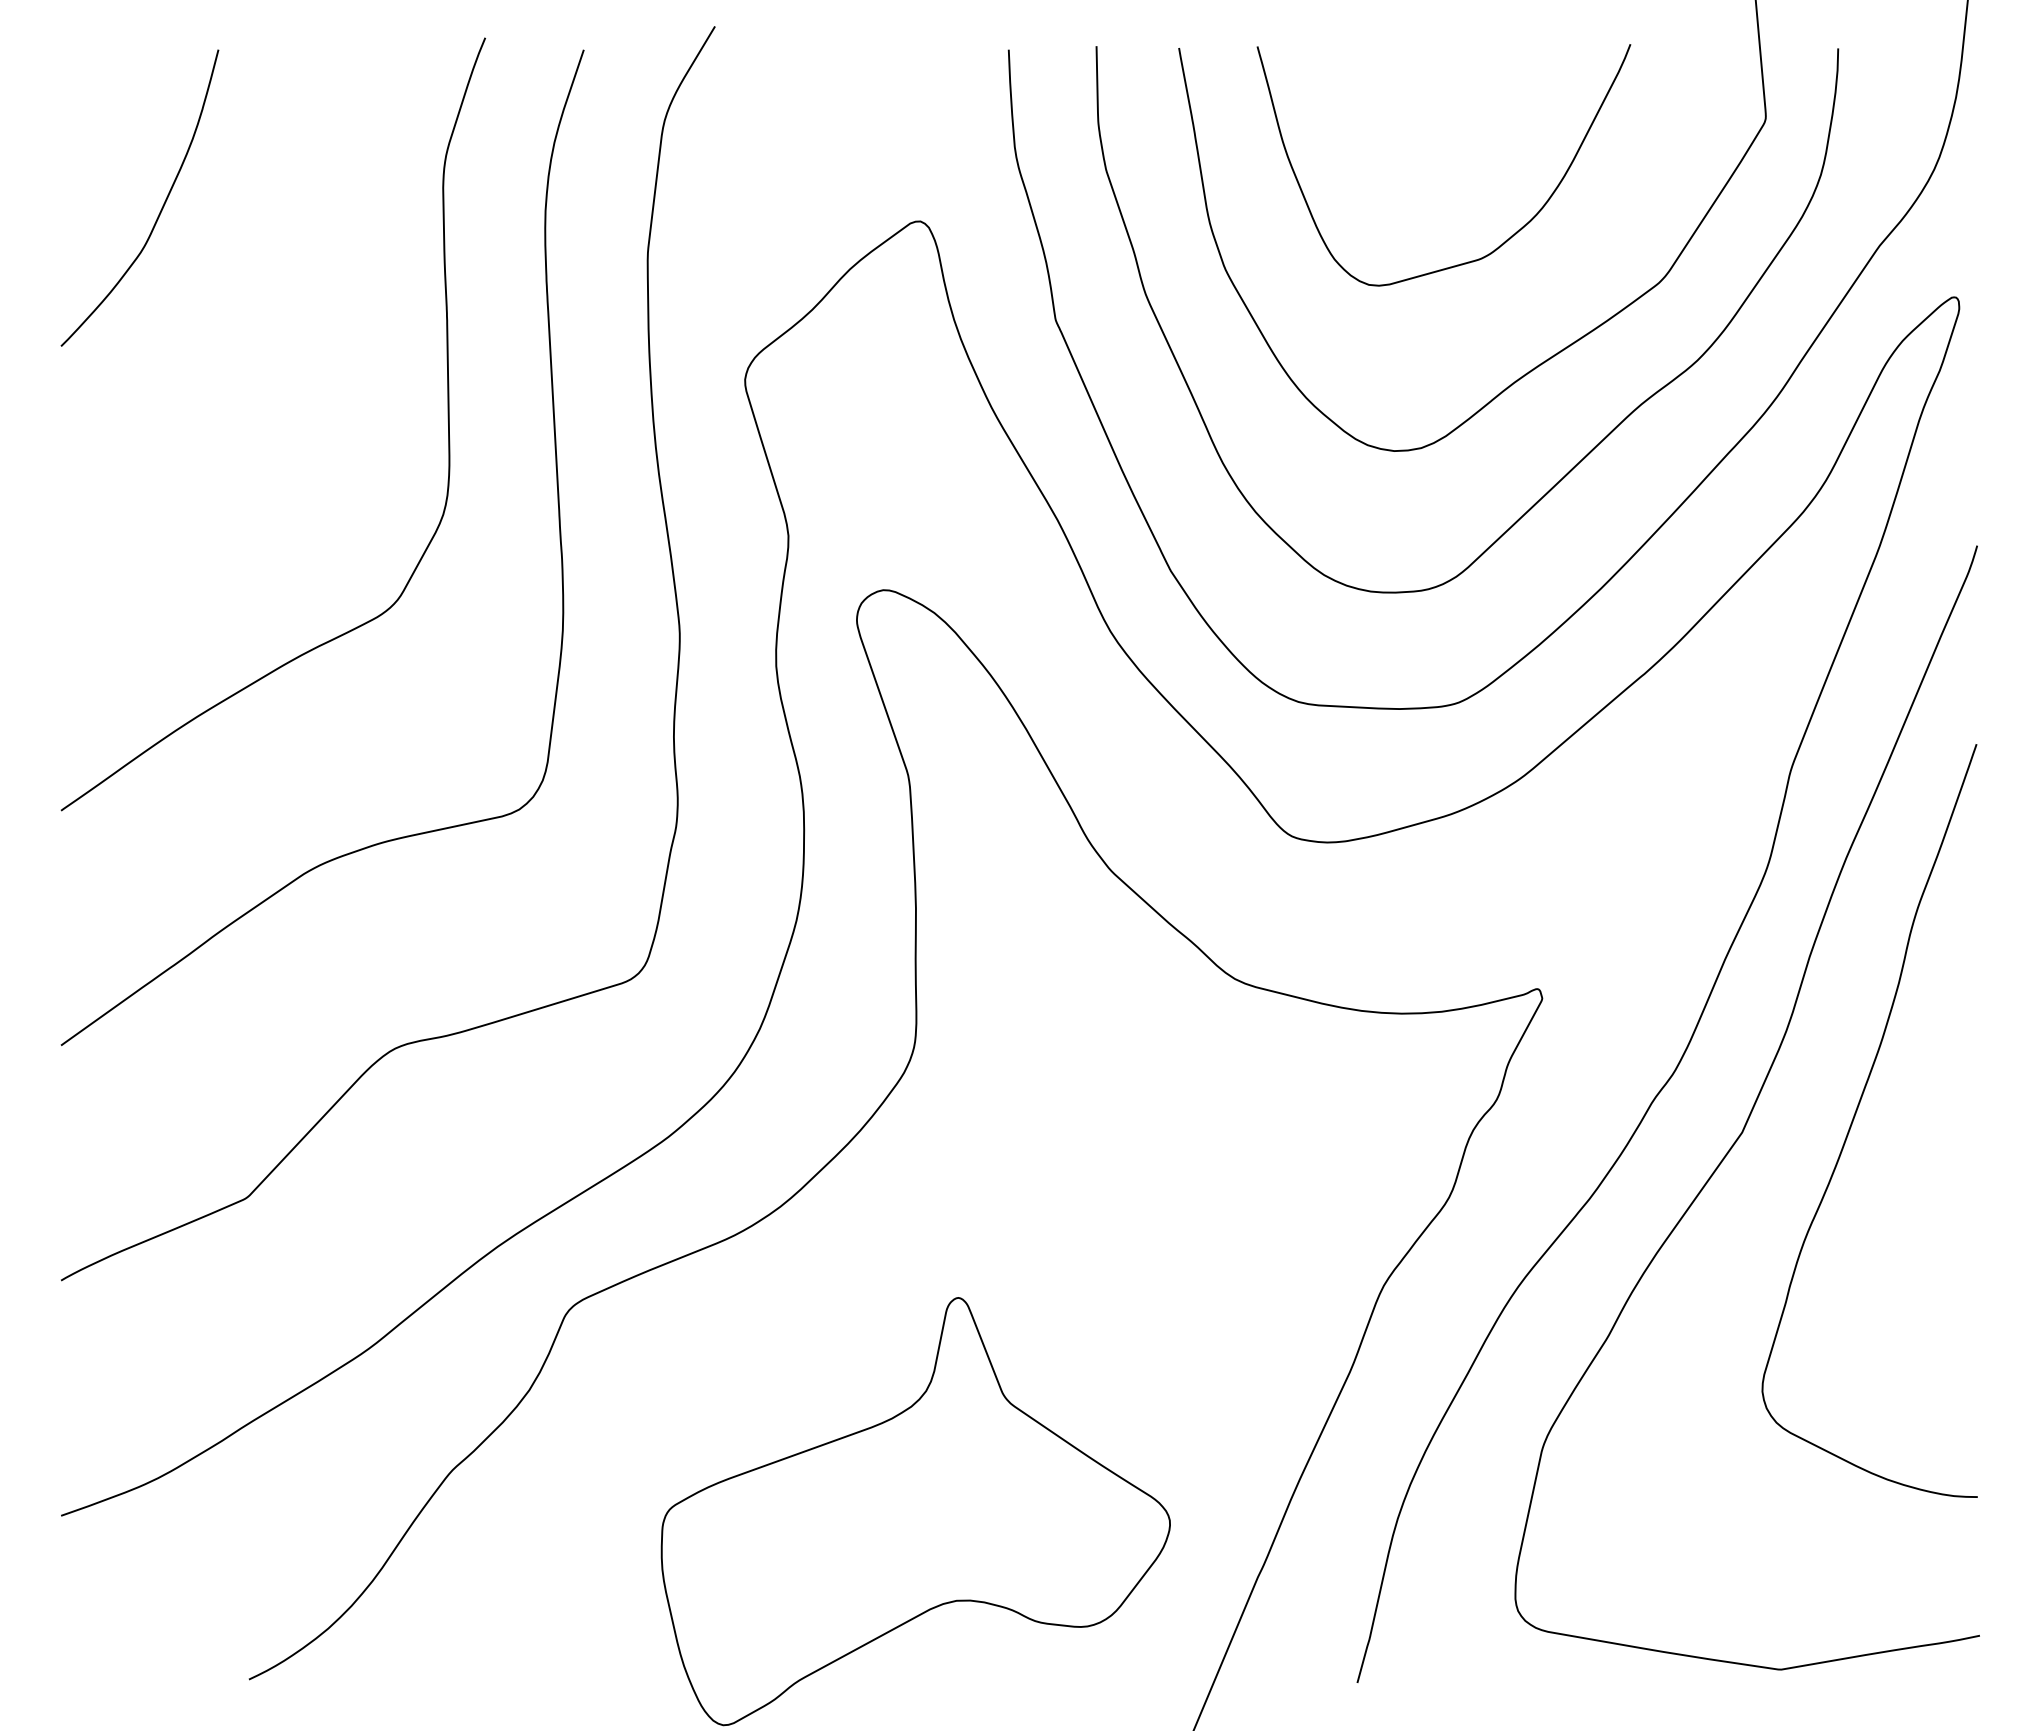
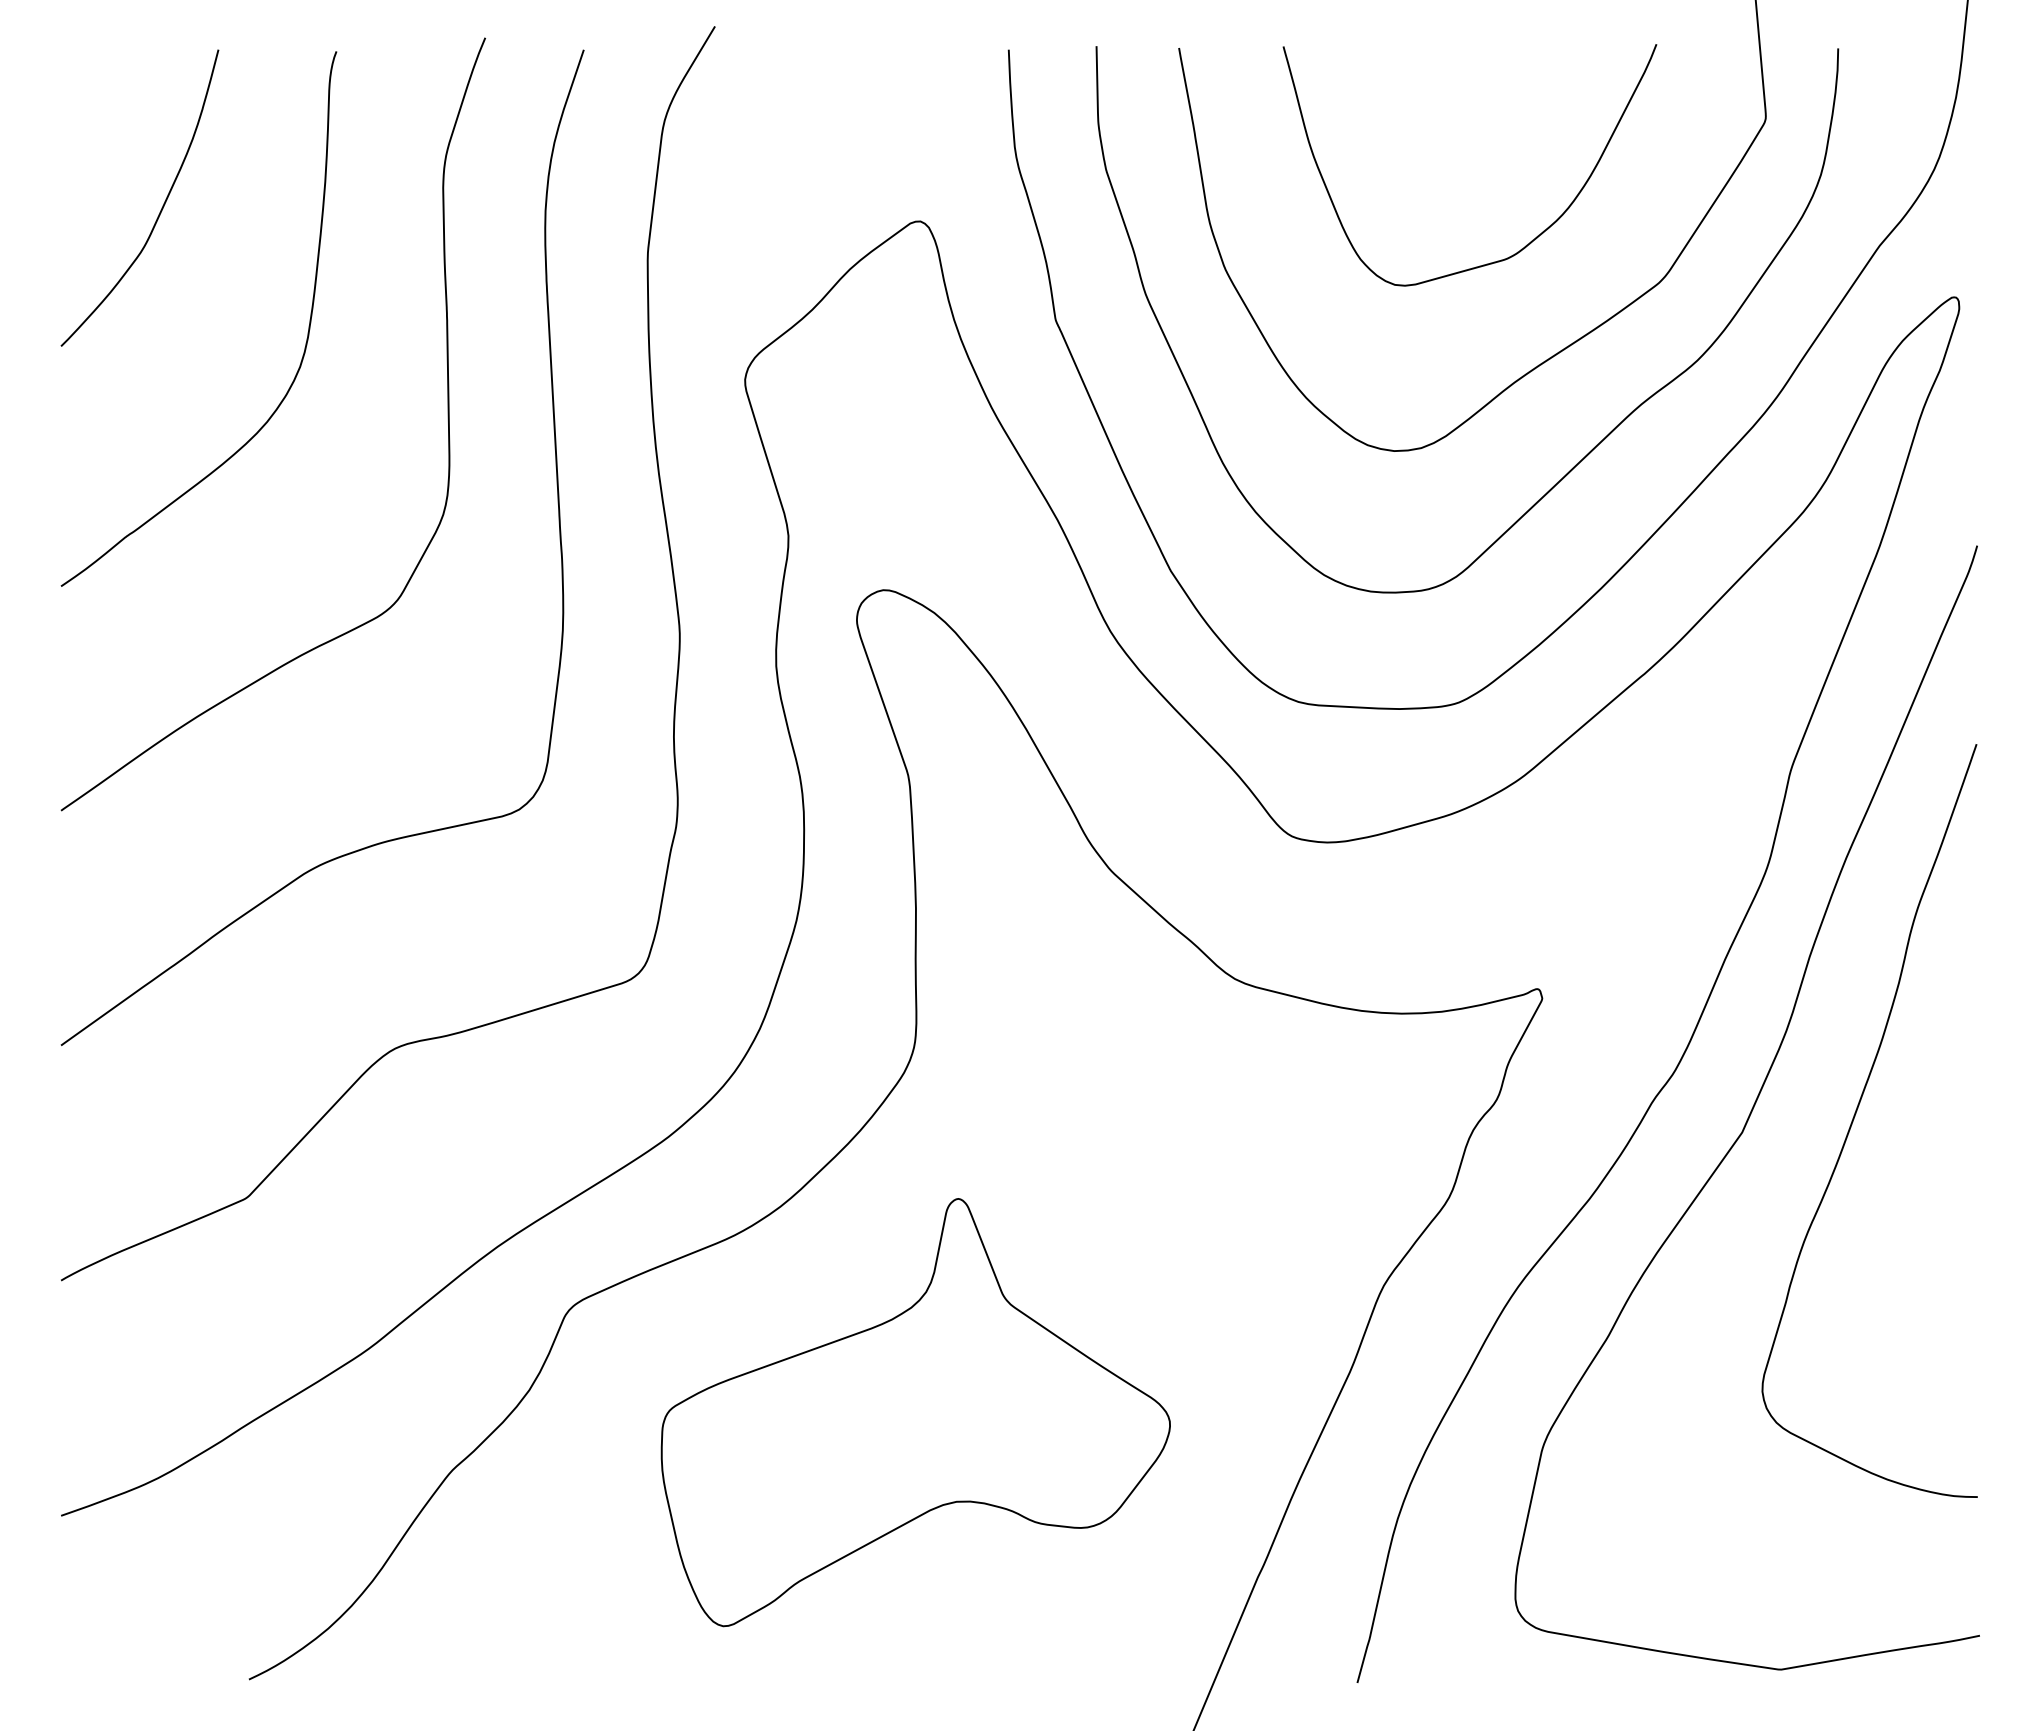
curve at (1506, 239) position: (1506, 239) -> (1532, 239)
curve at (306, 338): none -> present
part at (915, 1511) position: (915, 1511) -> (915, 1412)
